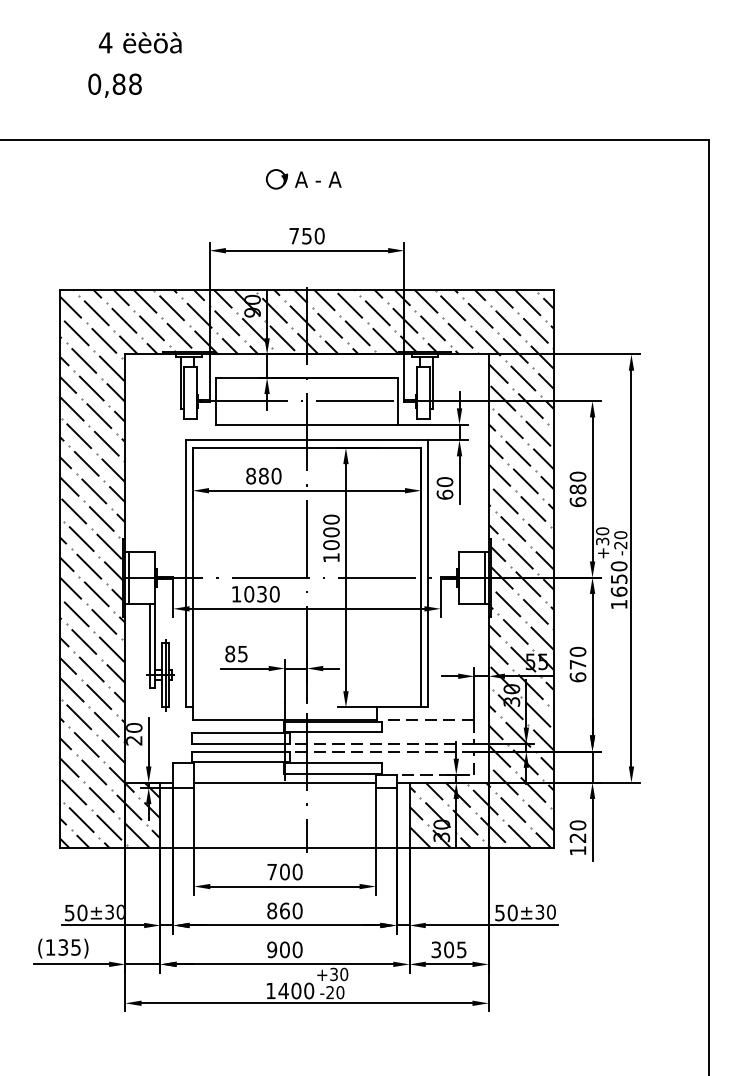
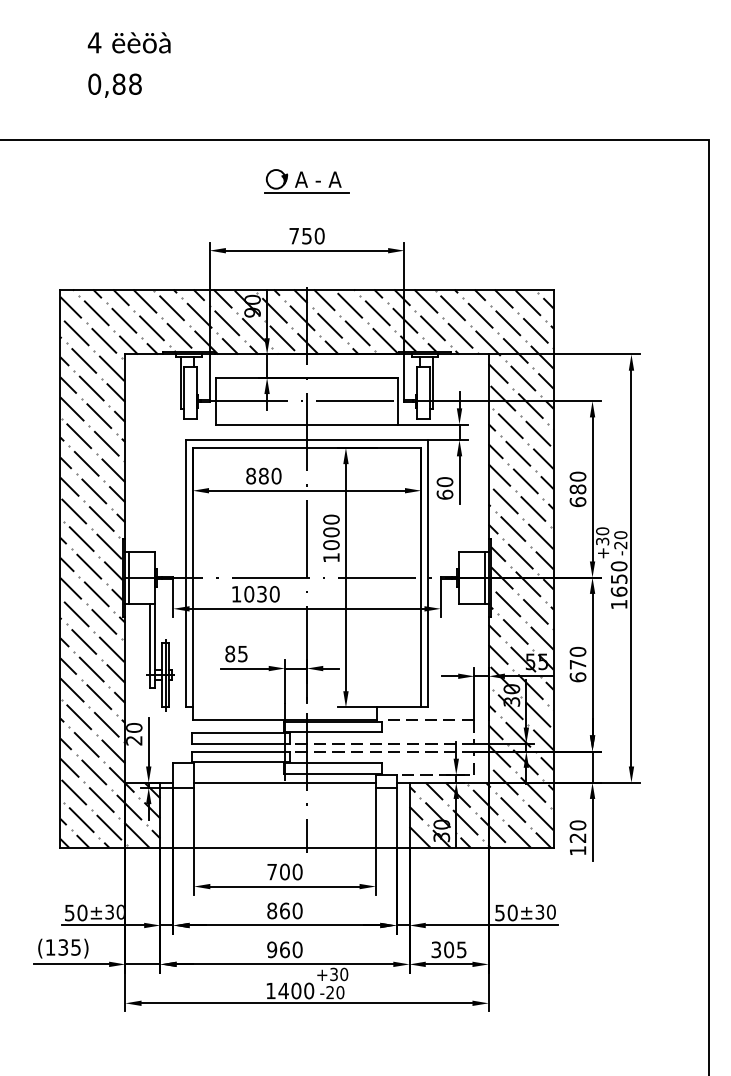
text at (139, 42) position: (139, 42) -> (128, 42)
line at (306, 193): none -> present
text at (284, 949): 900 -> 960
